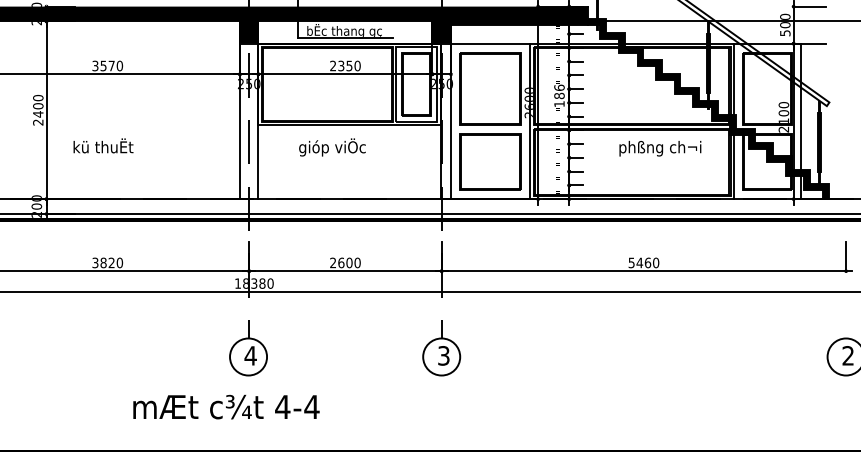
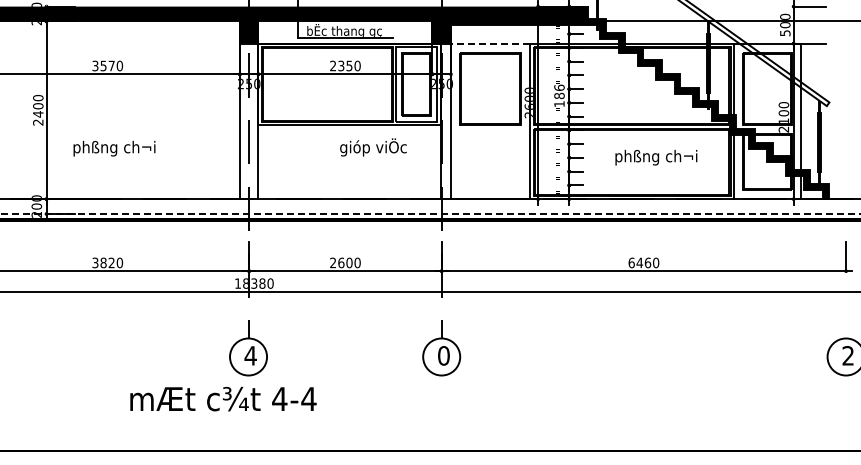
line at (490, 43): solid -> dashed
text at (114, 147): kü thuËt -> phßng ch¬i
text at (332, 147) position: (332, 147) -> (373, 147)
text at (660, 148) position: (660, 148) -> (656, 157)
part at (490, 161): present -> none
line at (430, 213): solid -> dashed
text at (631, 262): 5460 -> 6460
text at (443, 355): 3 -> 0
text at (226, 406) position: (226, 406) -> (223, 398)
